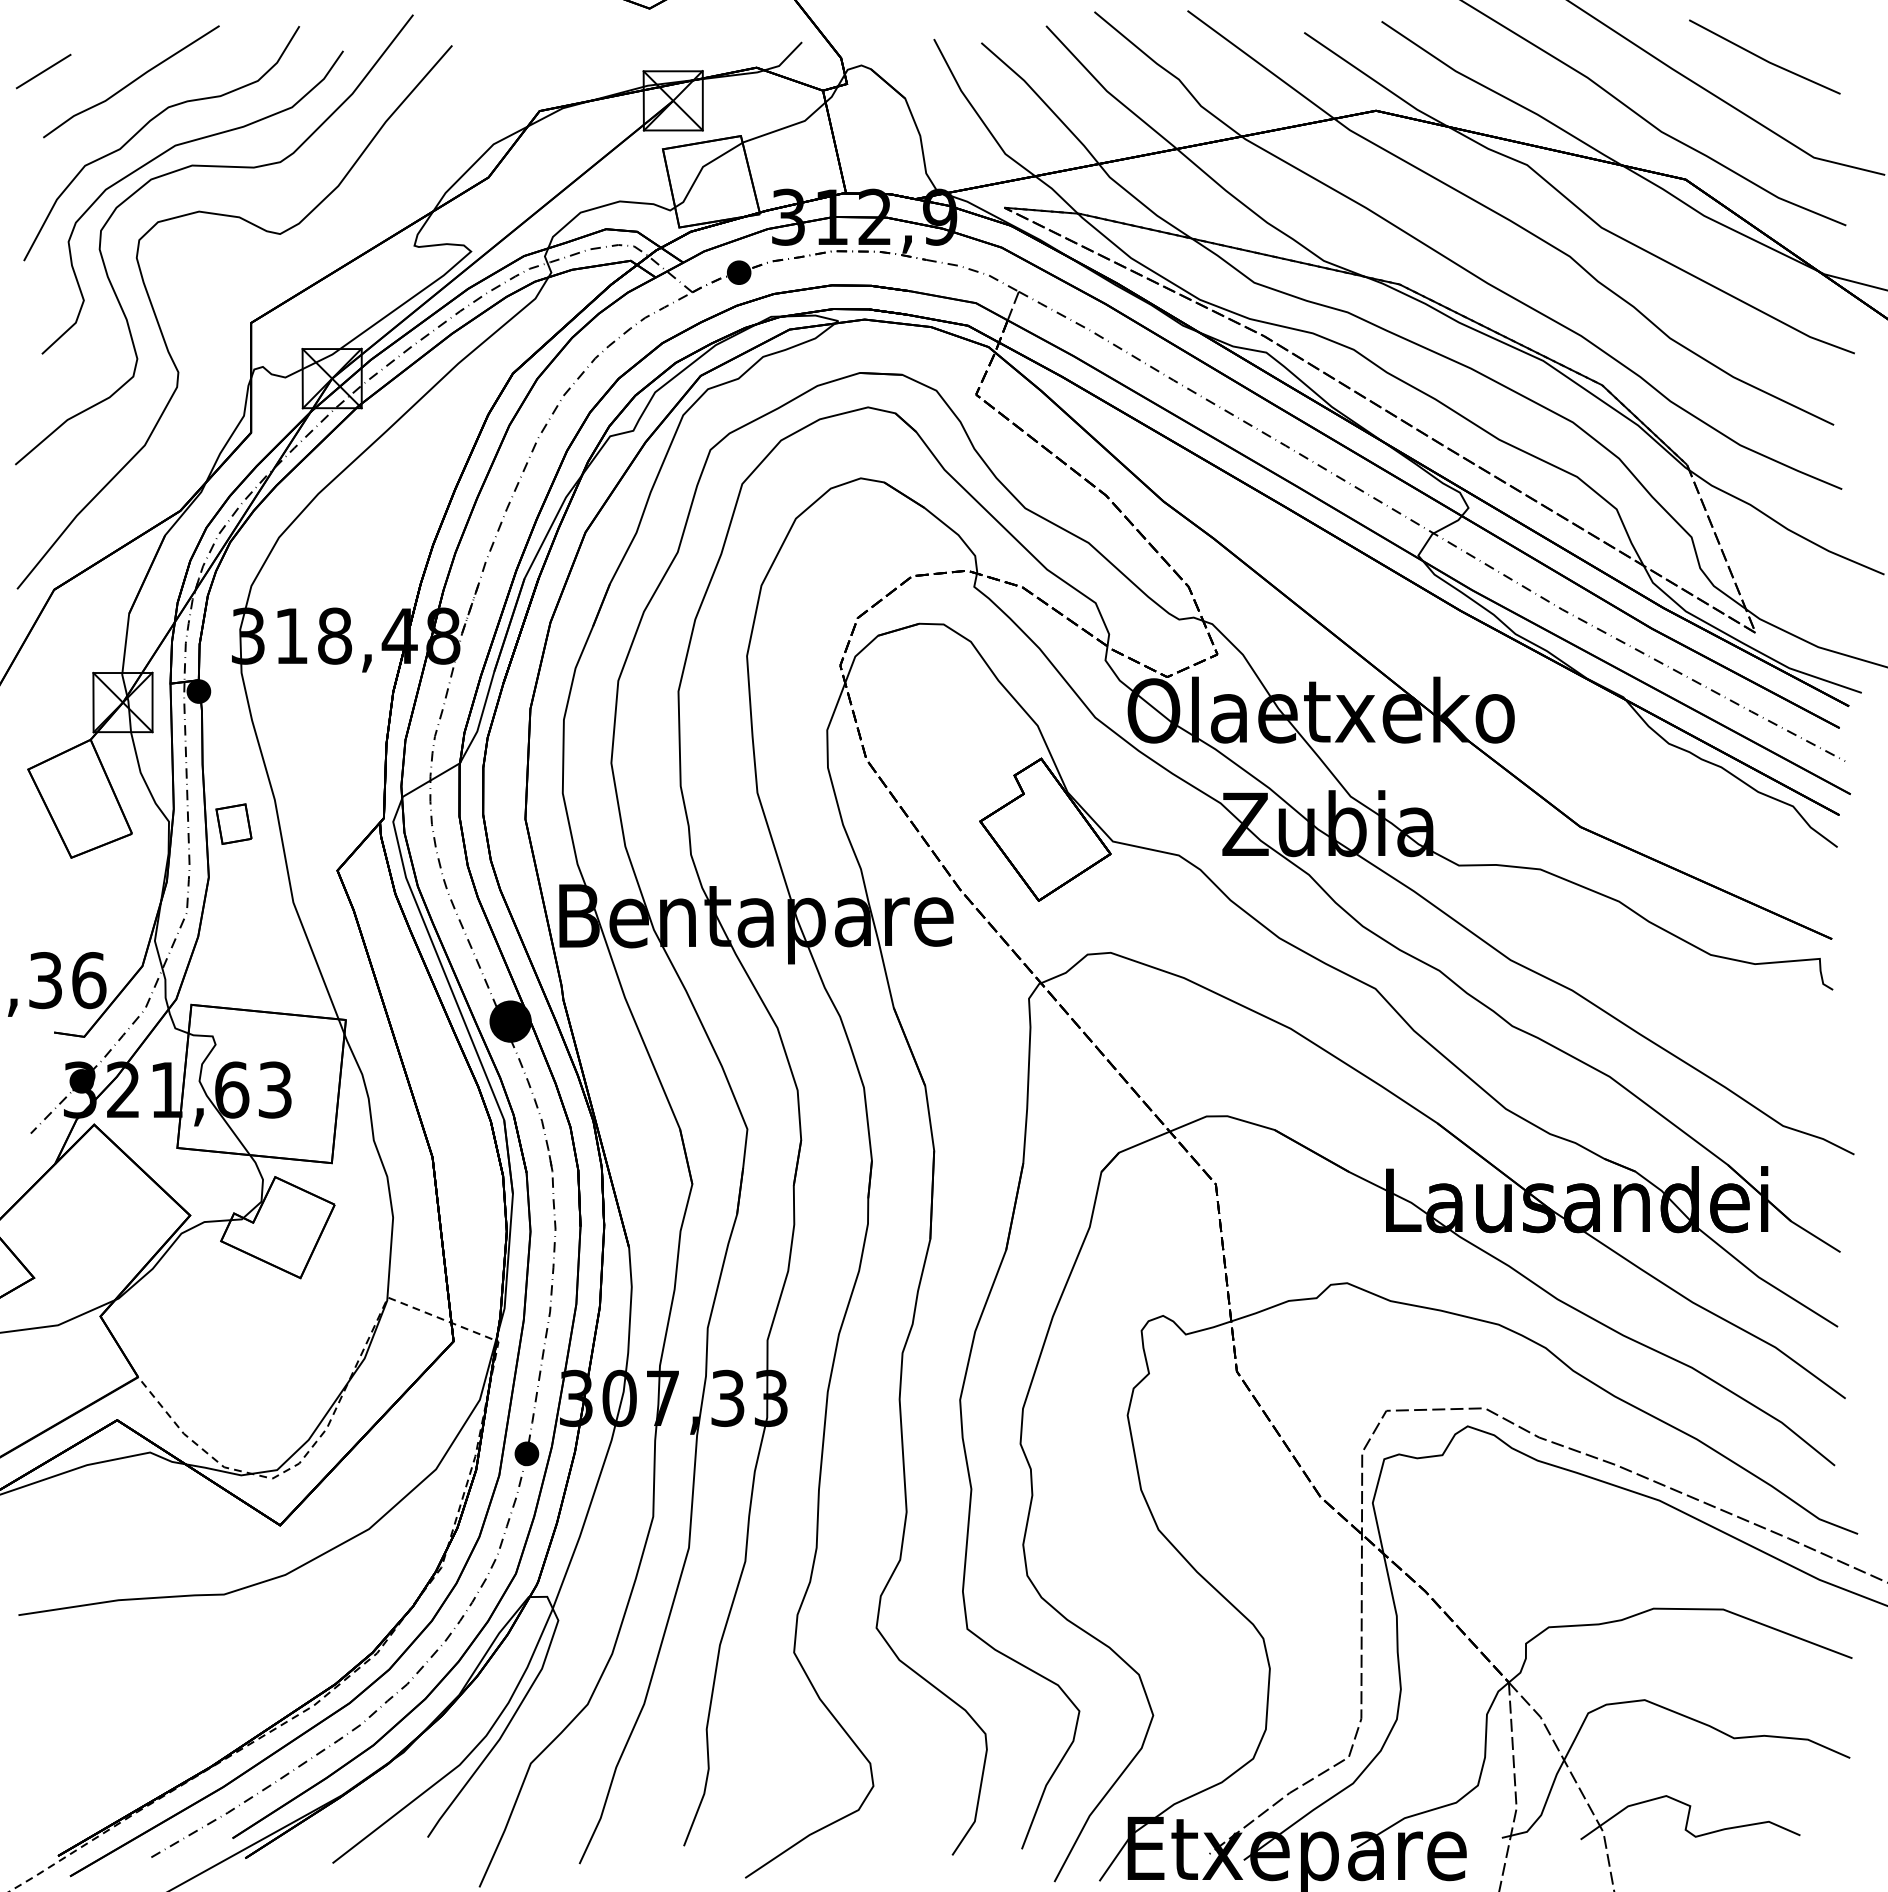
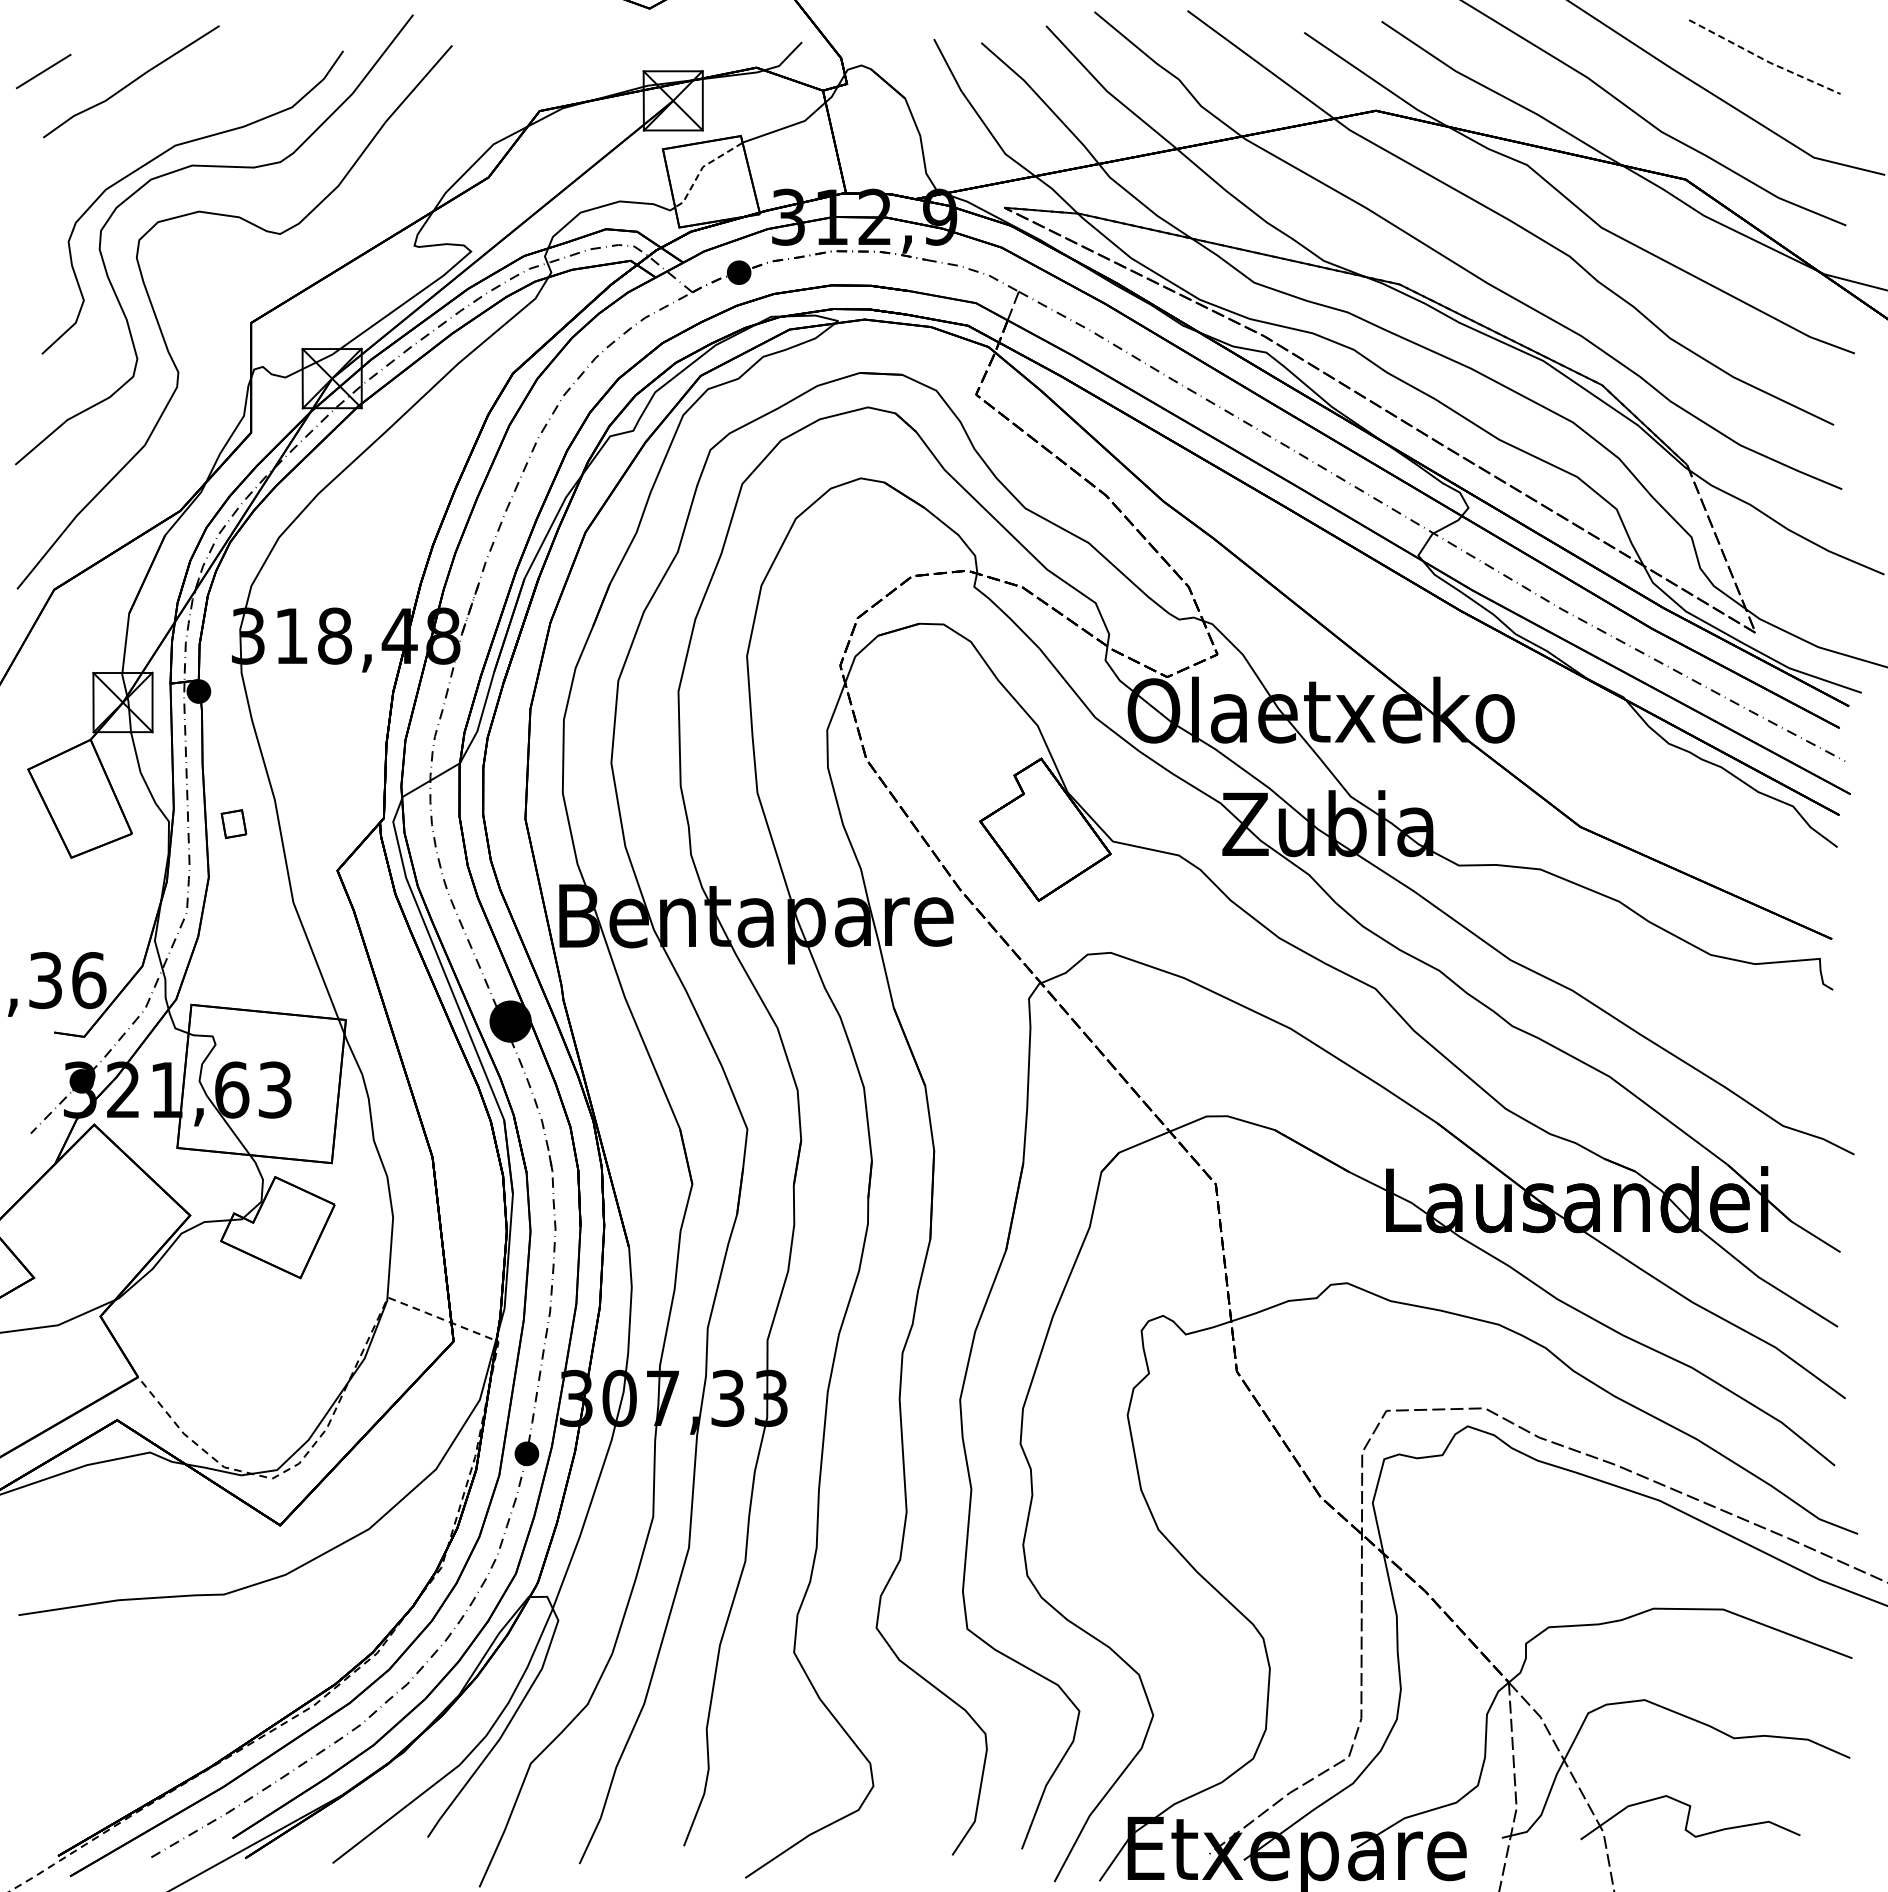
line at (1764, 59): solid -> dashed
curve at (145, 126): present -> none
line at (702, 168): solid -> dashed
part at (233, 823) size: 38x42 px -> 28x30 px
